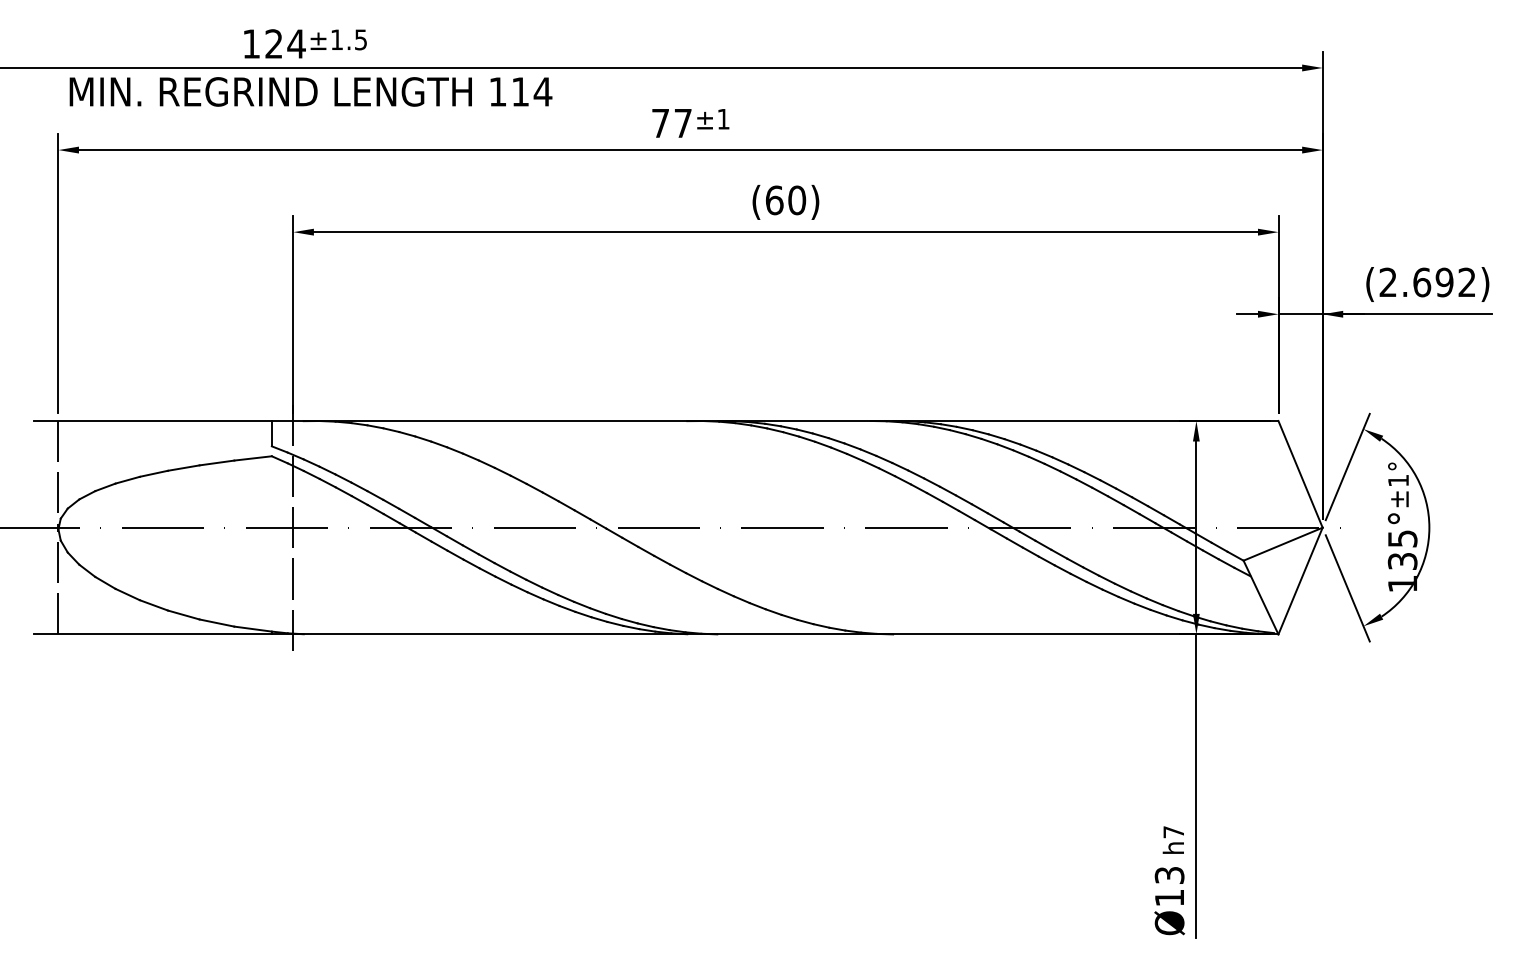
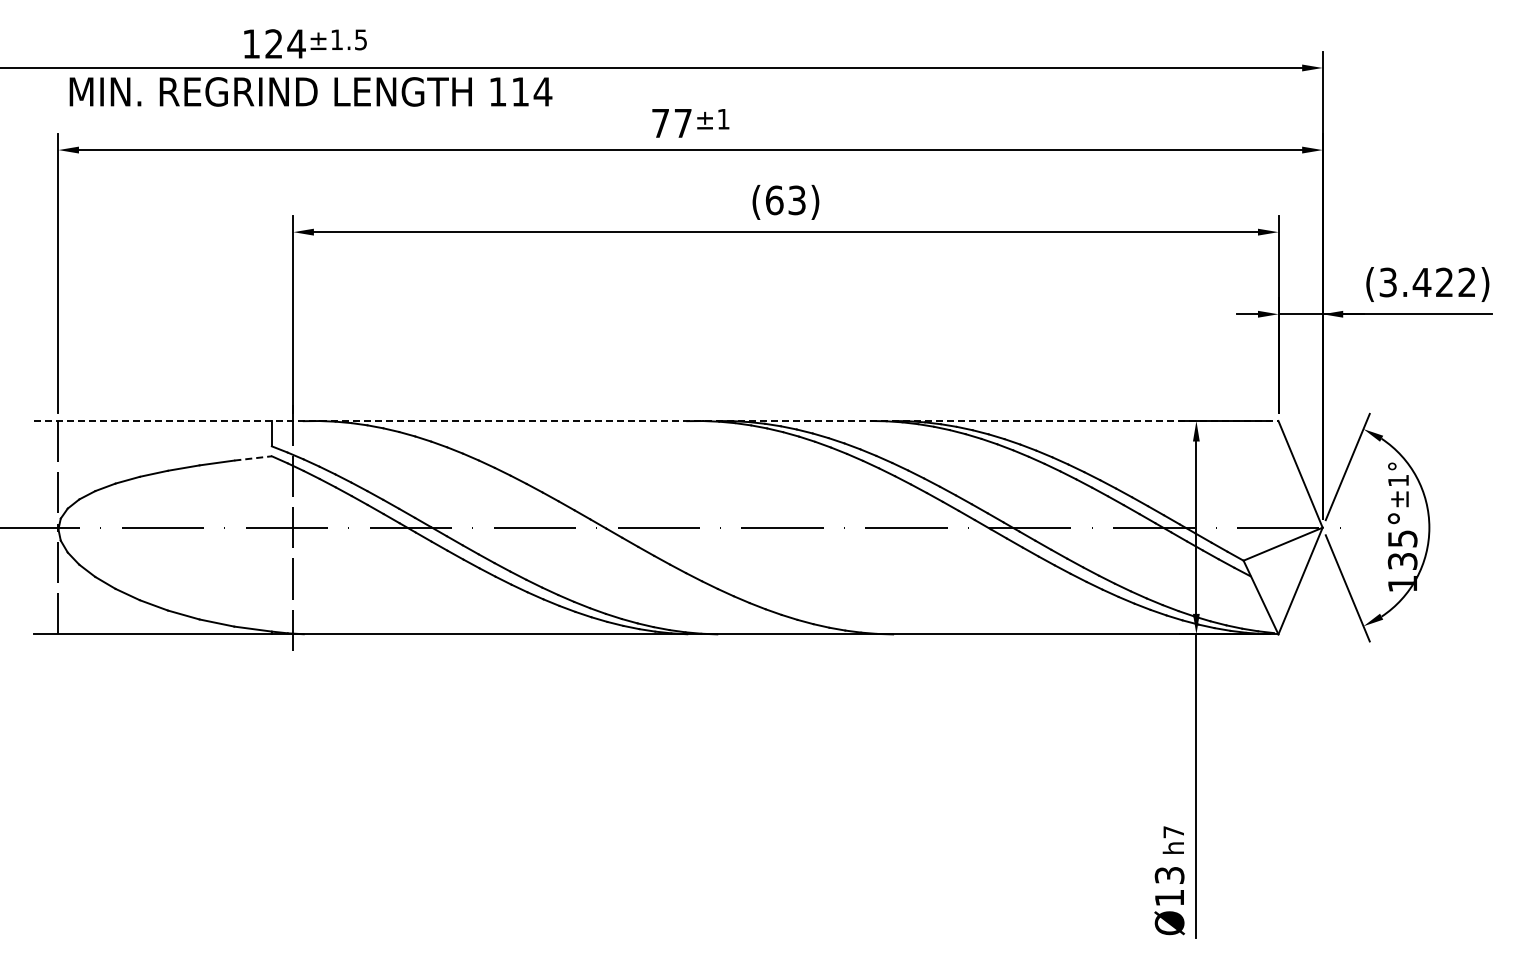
text at (797, 200): (60) -> (63)
text at (1416, 282): (2.692) -> (3.422)
line at (656, 420): solid -> dashed
line at (253, 458): solid -> dashed
